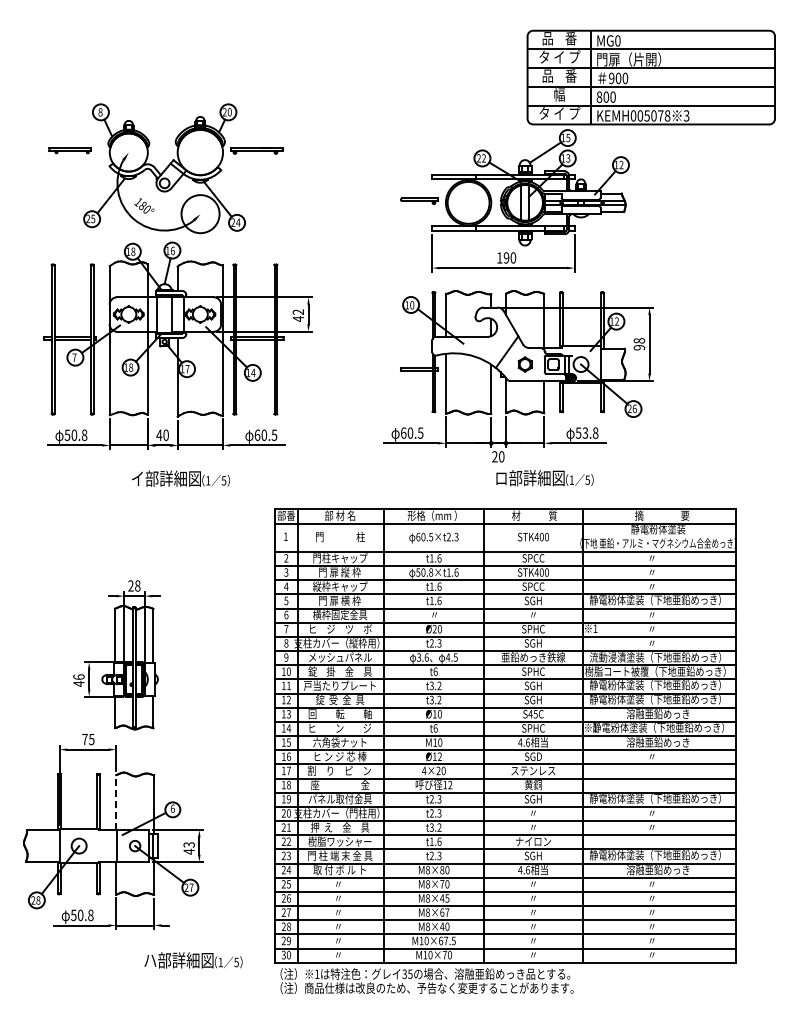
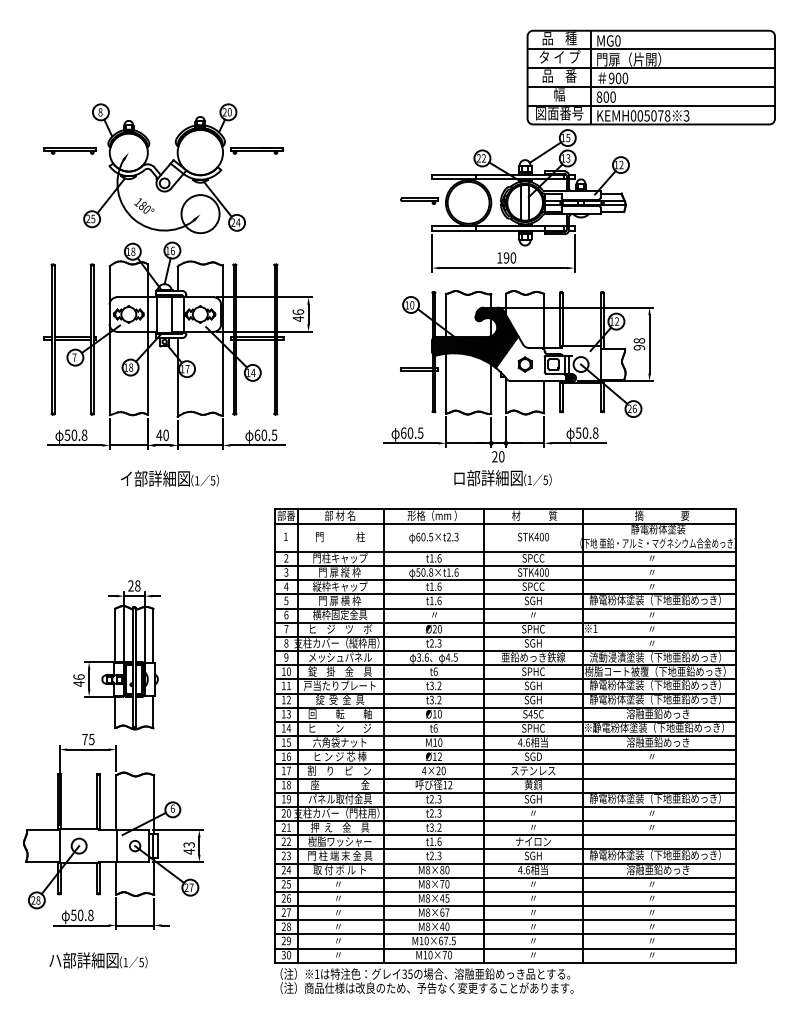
text at (570, 38): 品    番 -> 品    種
text at (559, 113): タ イ プ -> 図面番号
part at (69, 150) size: 44x8 px -> 54x8 px
text at (298, 311): 42 -> 46
hatch at (474, 337): none -> present
text at (585, 432): 53.8 -> 50.8
text at (180, 478) position: (180, 478) -> (169, 478)
text at (544, 478) position: (544, 478) -> (502, 478)
line at (116, 802): dashed -> solid
text at (193, 960) position: (193, 960) -> (98, 960)
